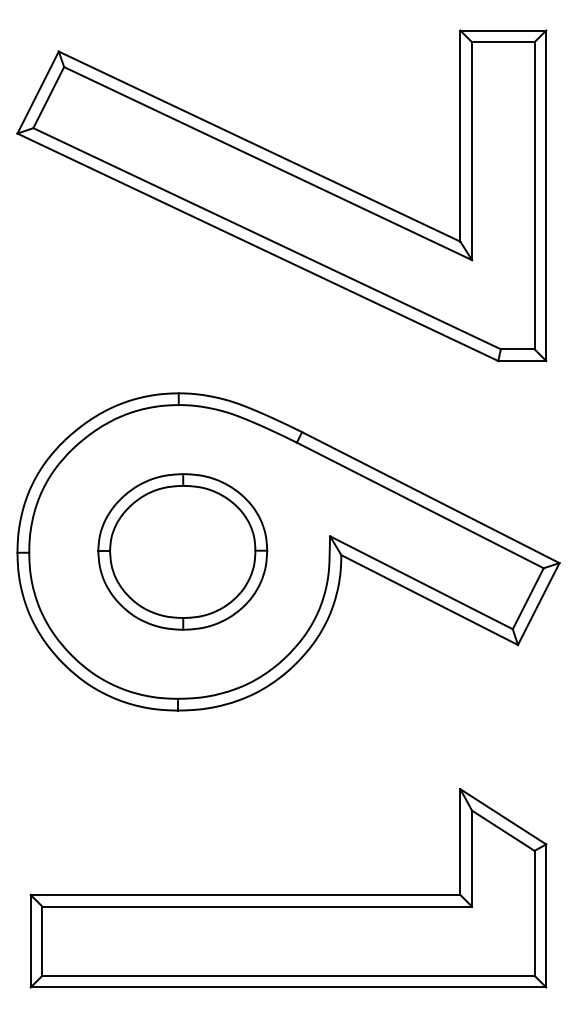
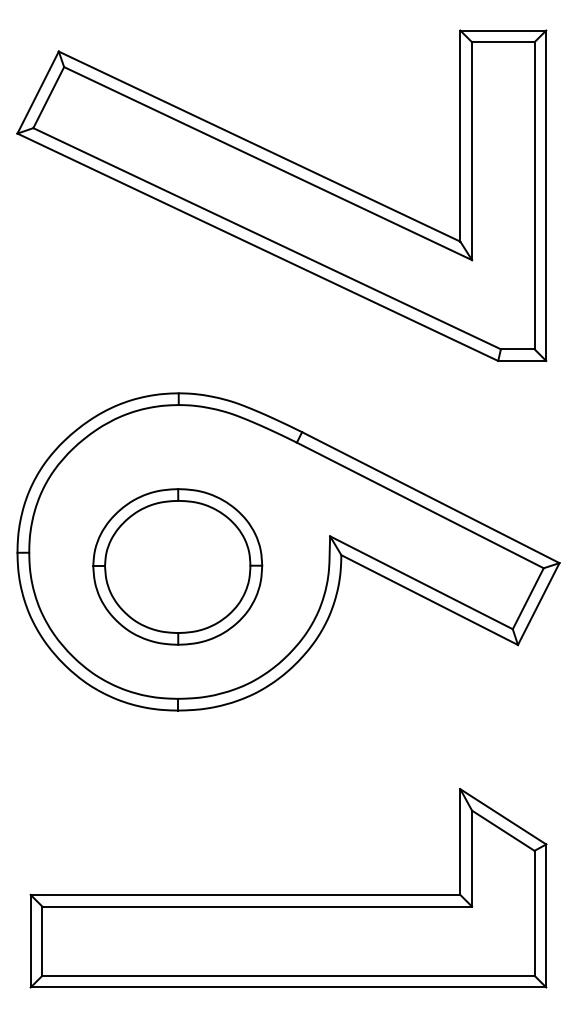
part at (182, 551) position: (182, 551) -> (177, 566)
